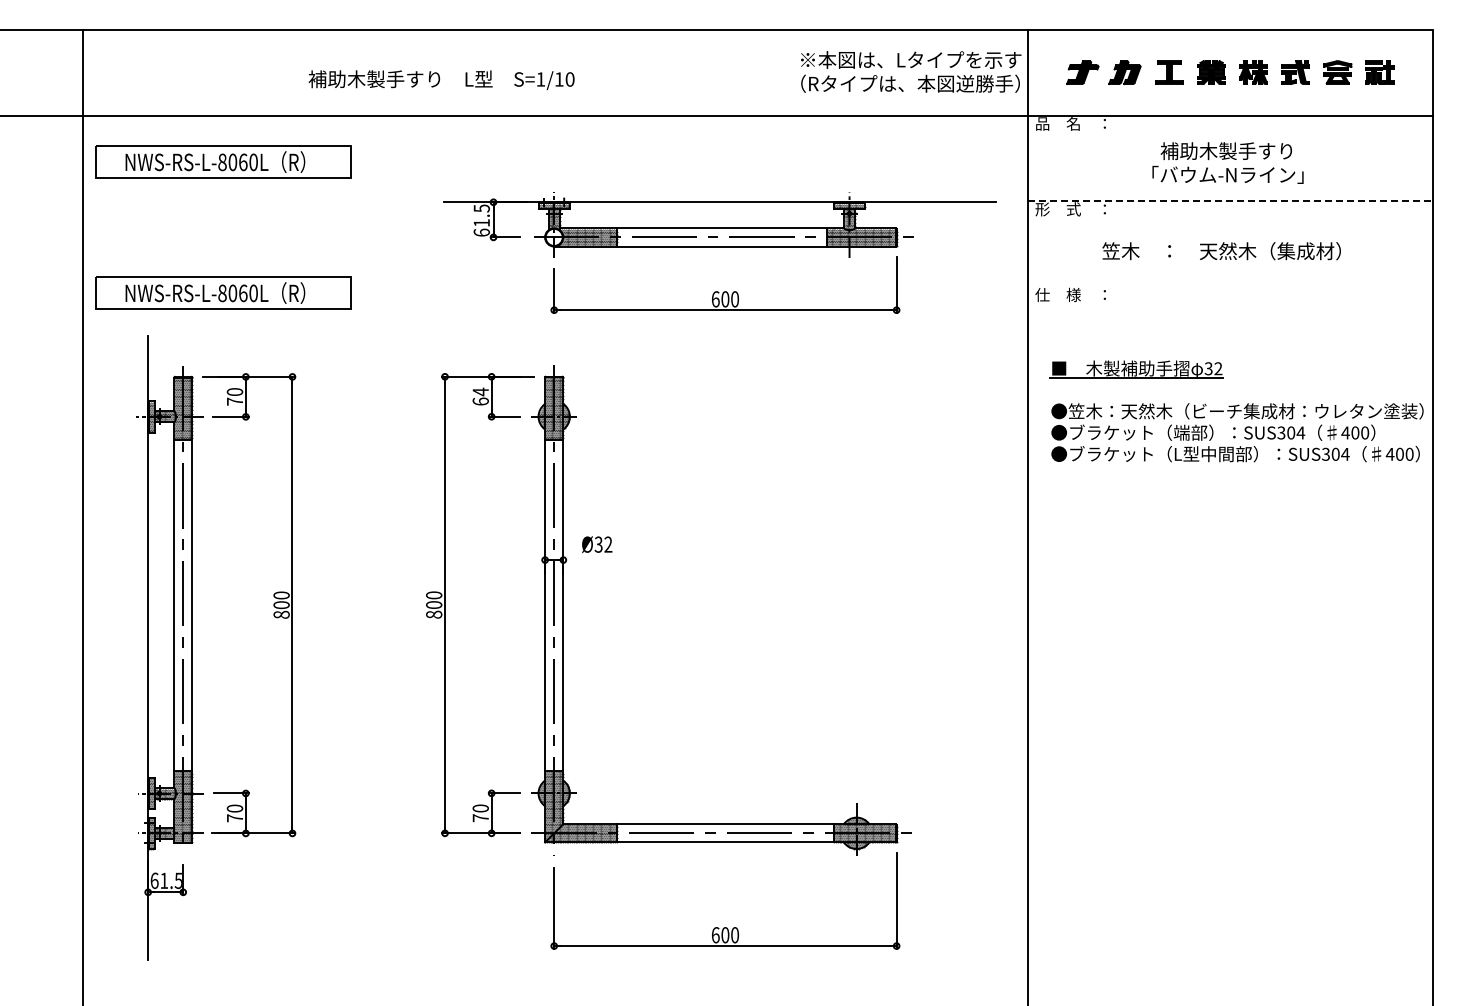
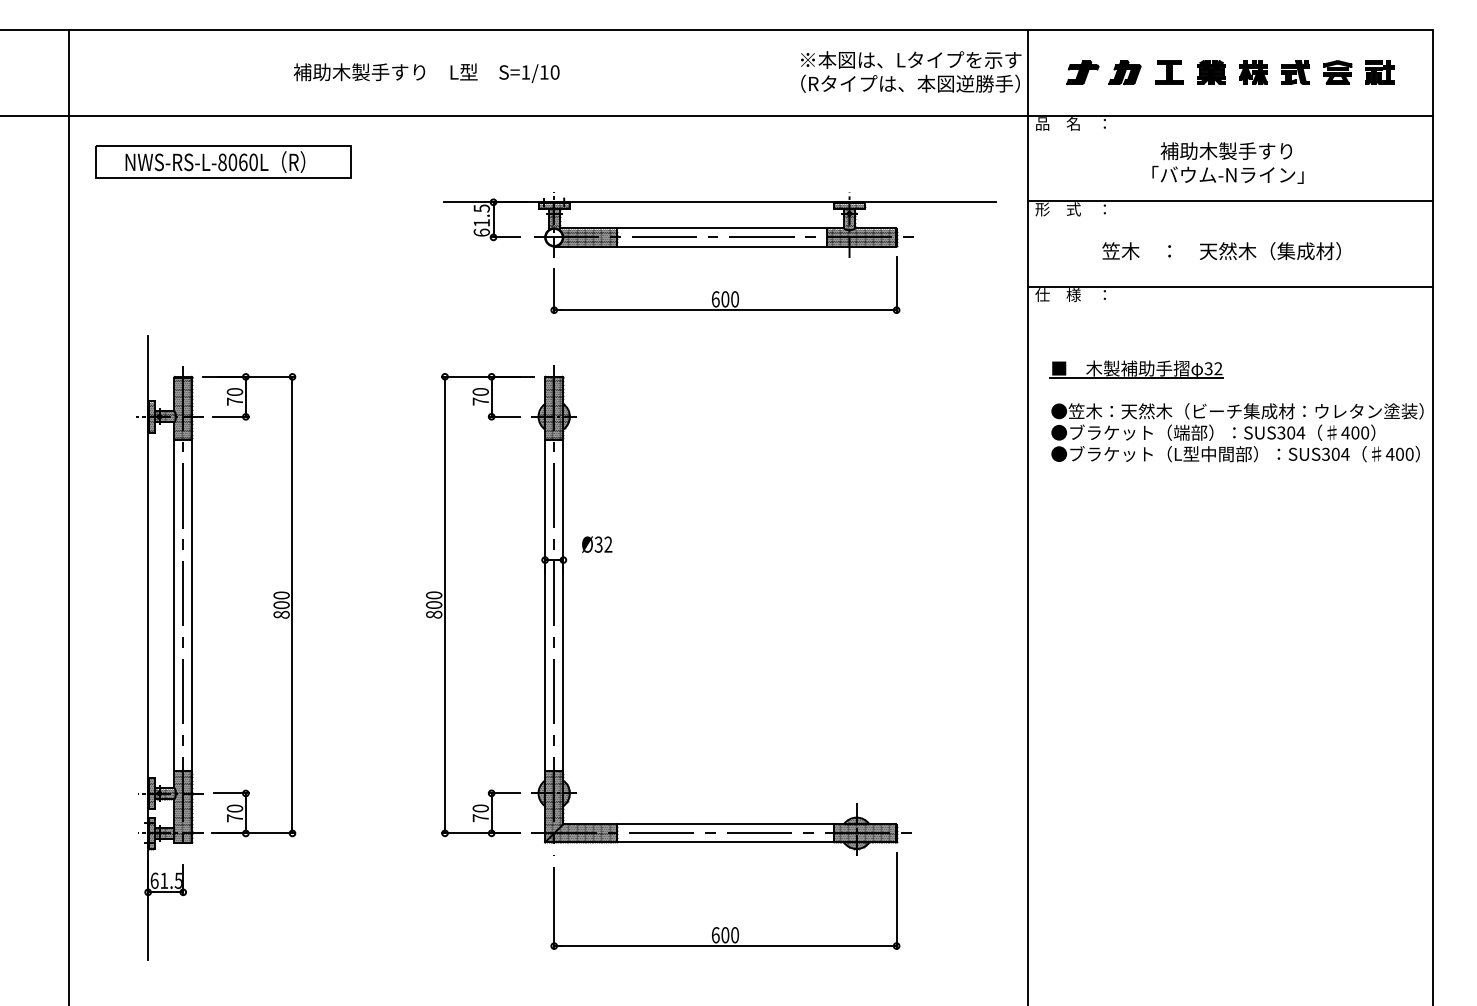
text at (441, 79) position: (441, 79) -> (426, 72)
line at (1230, 201): dashed -> solid
line at (1229, 286): none -> present
part at (223, 292): present -> none
text at (480, 396): 64 -> 70
line at (82, 516) position: (82, 516) -> (68, 516)
